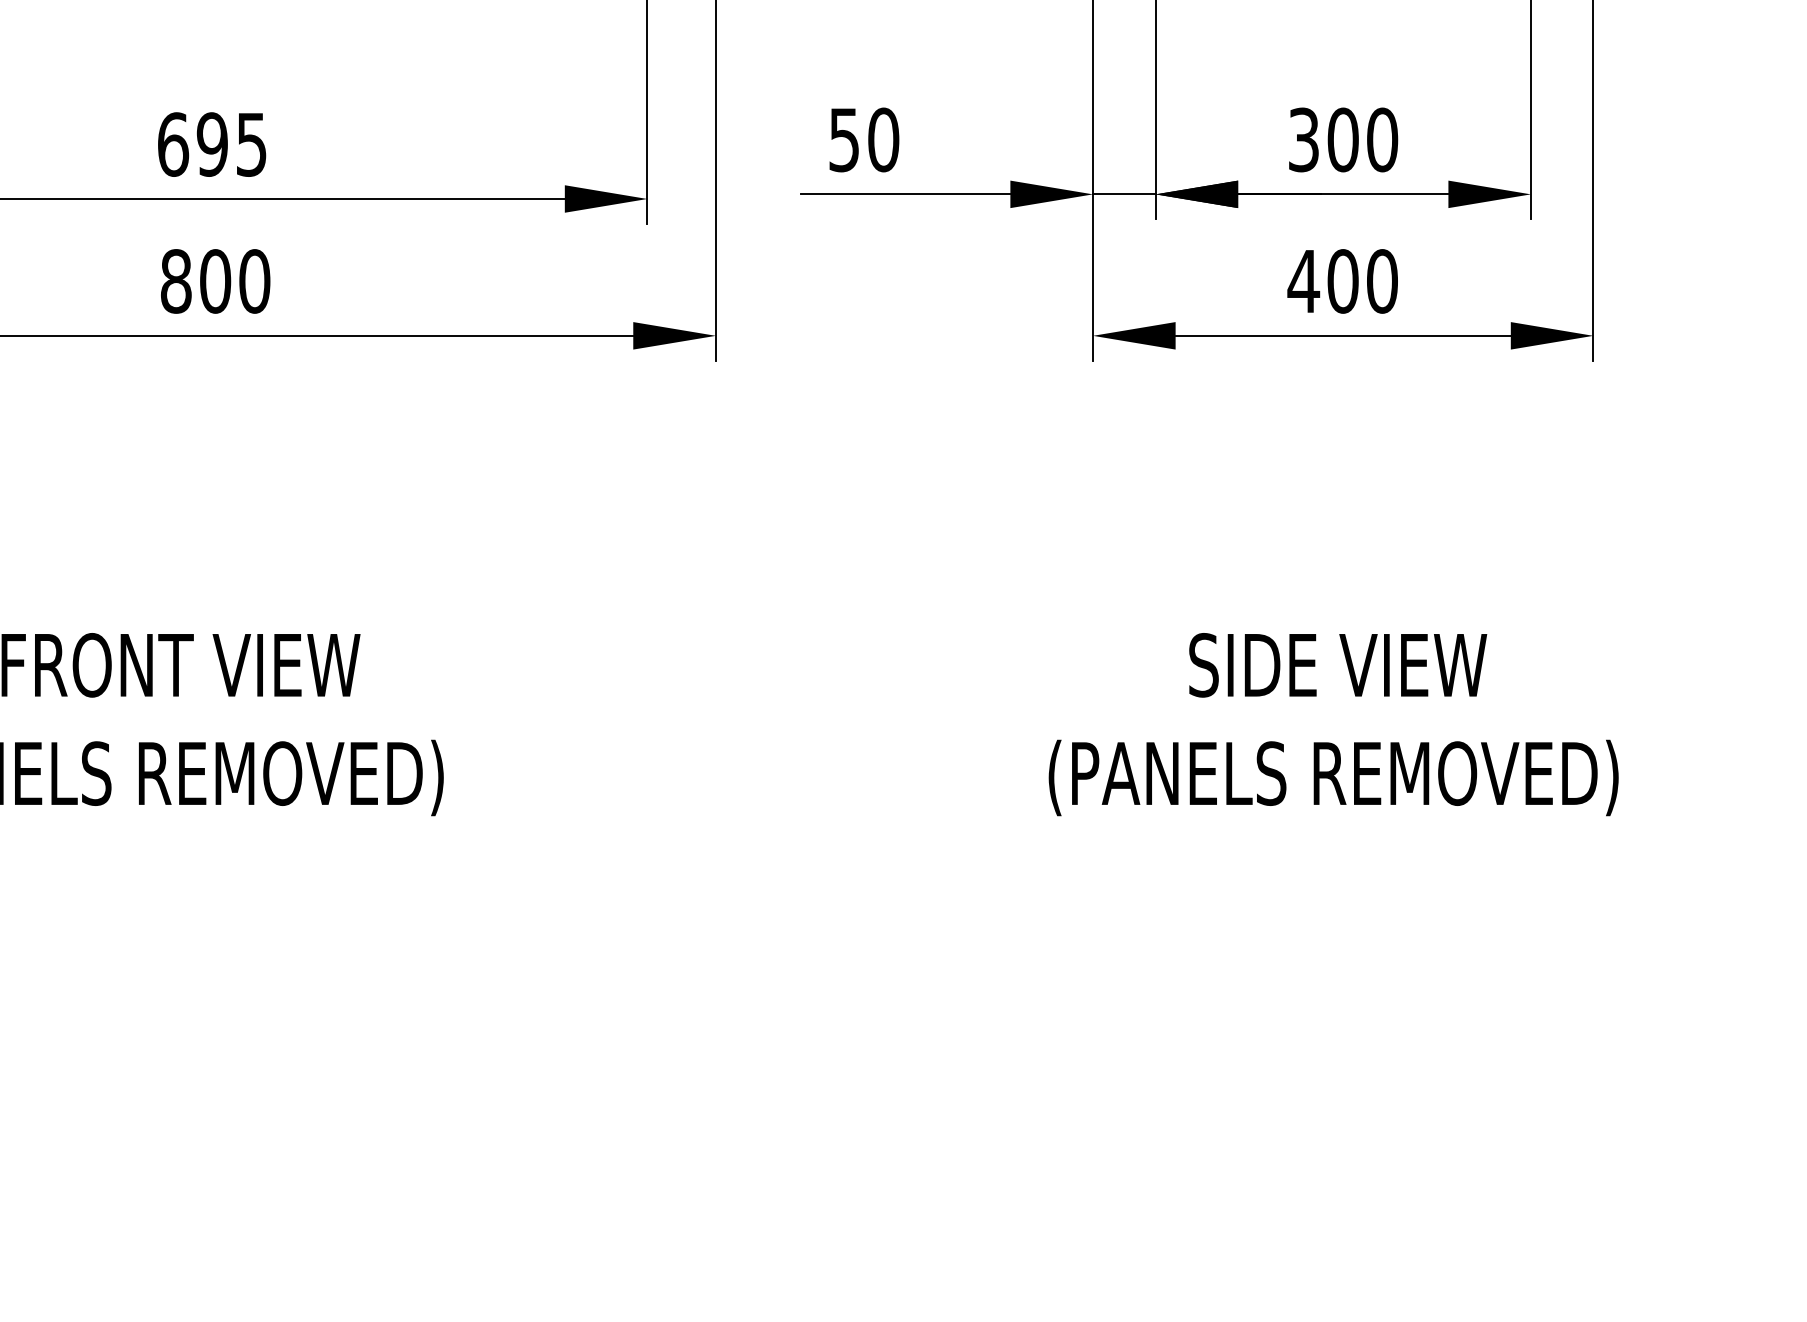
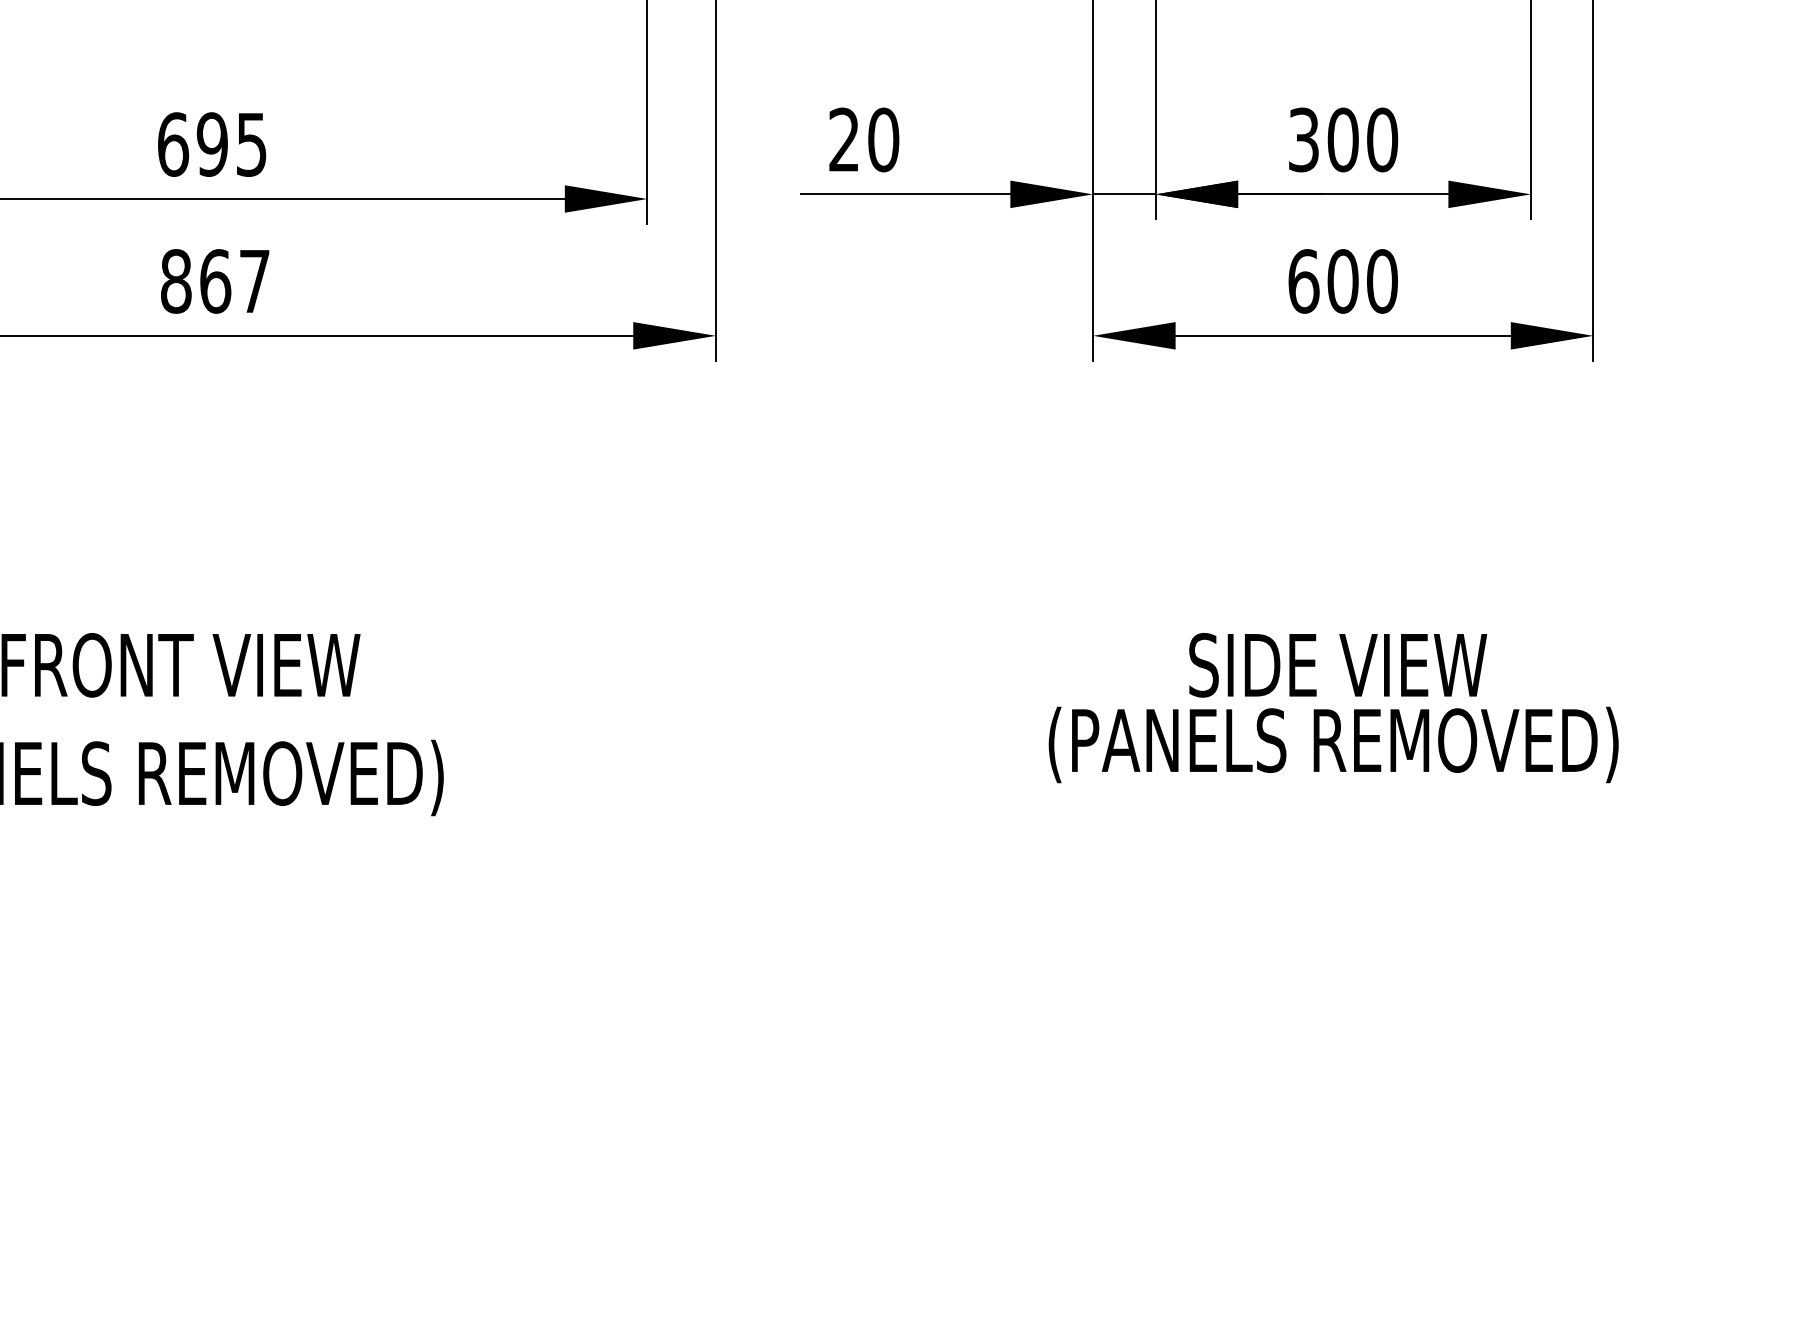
text at (843, 139): 50 -> 20
text at (235, 281): 800 -> 867
text at (1303, 281): 400 -> 600
text at (1333, 777) position: (1333, 777) -> (1333, 744)
